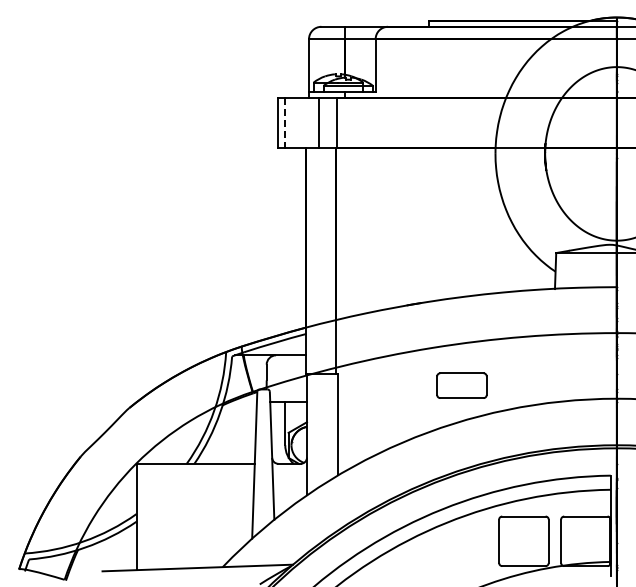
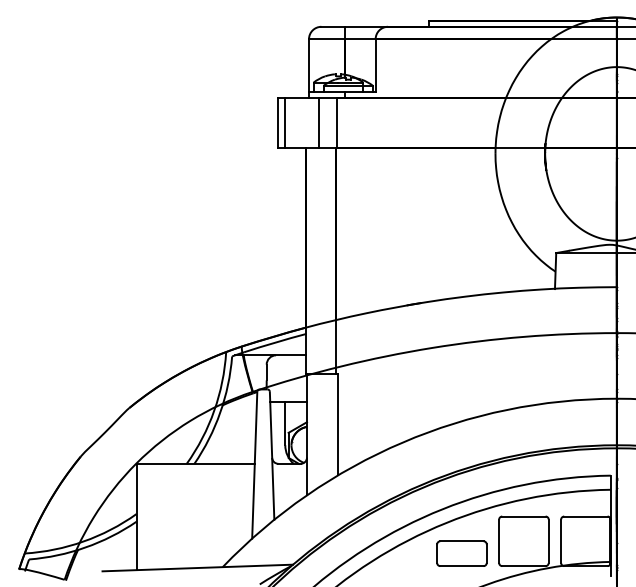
line at (285, 122): dashed -> solid
part at (461, 385) position: (461, 385) -> (461, 553)
